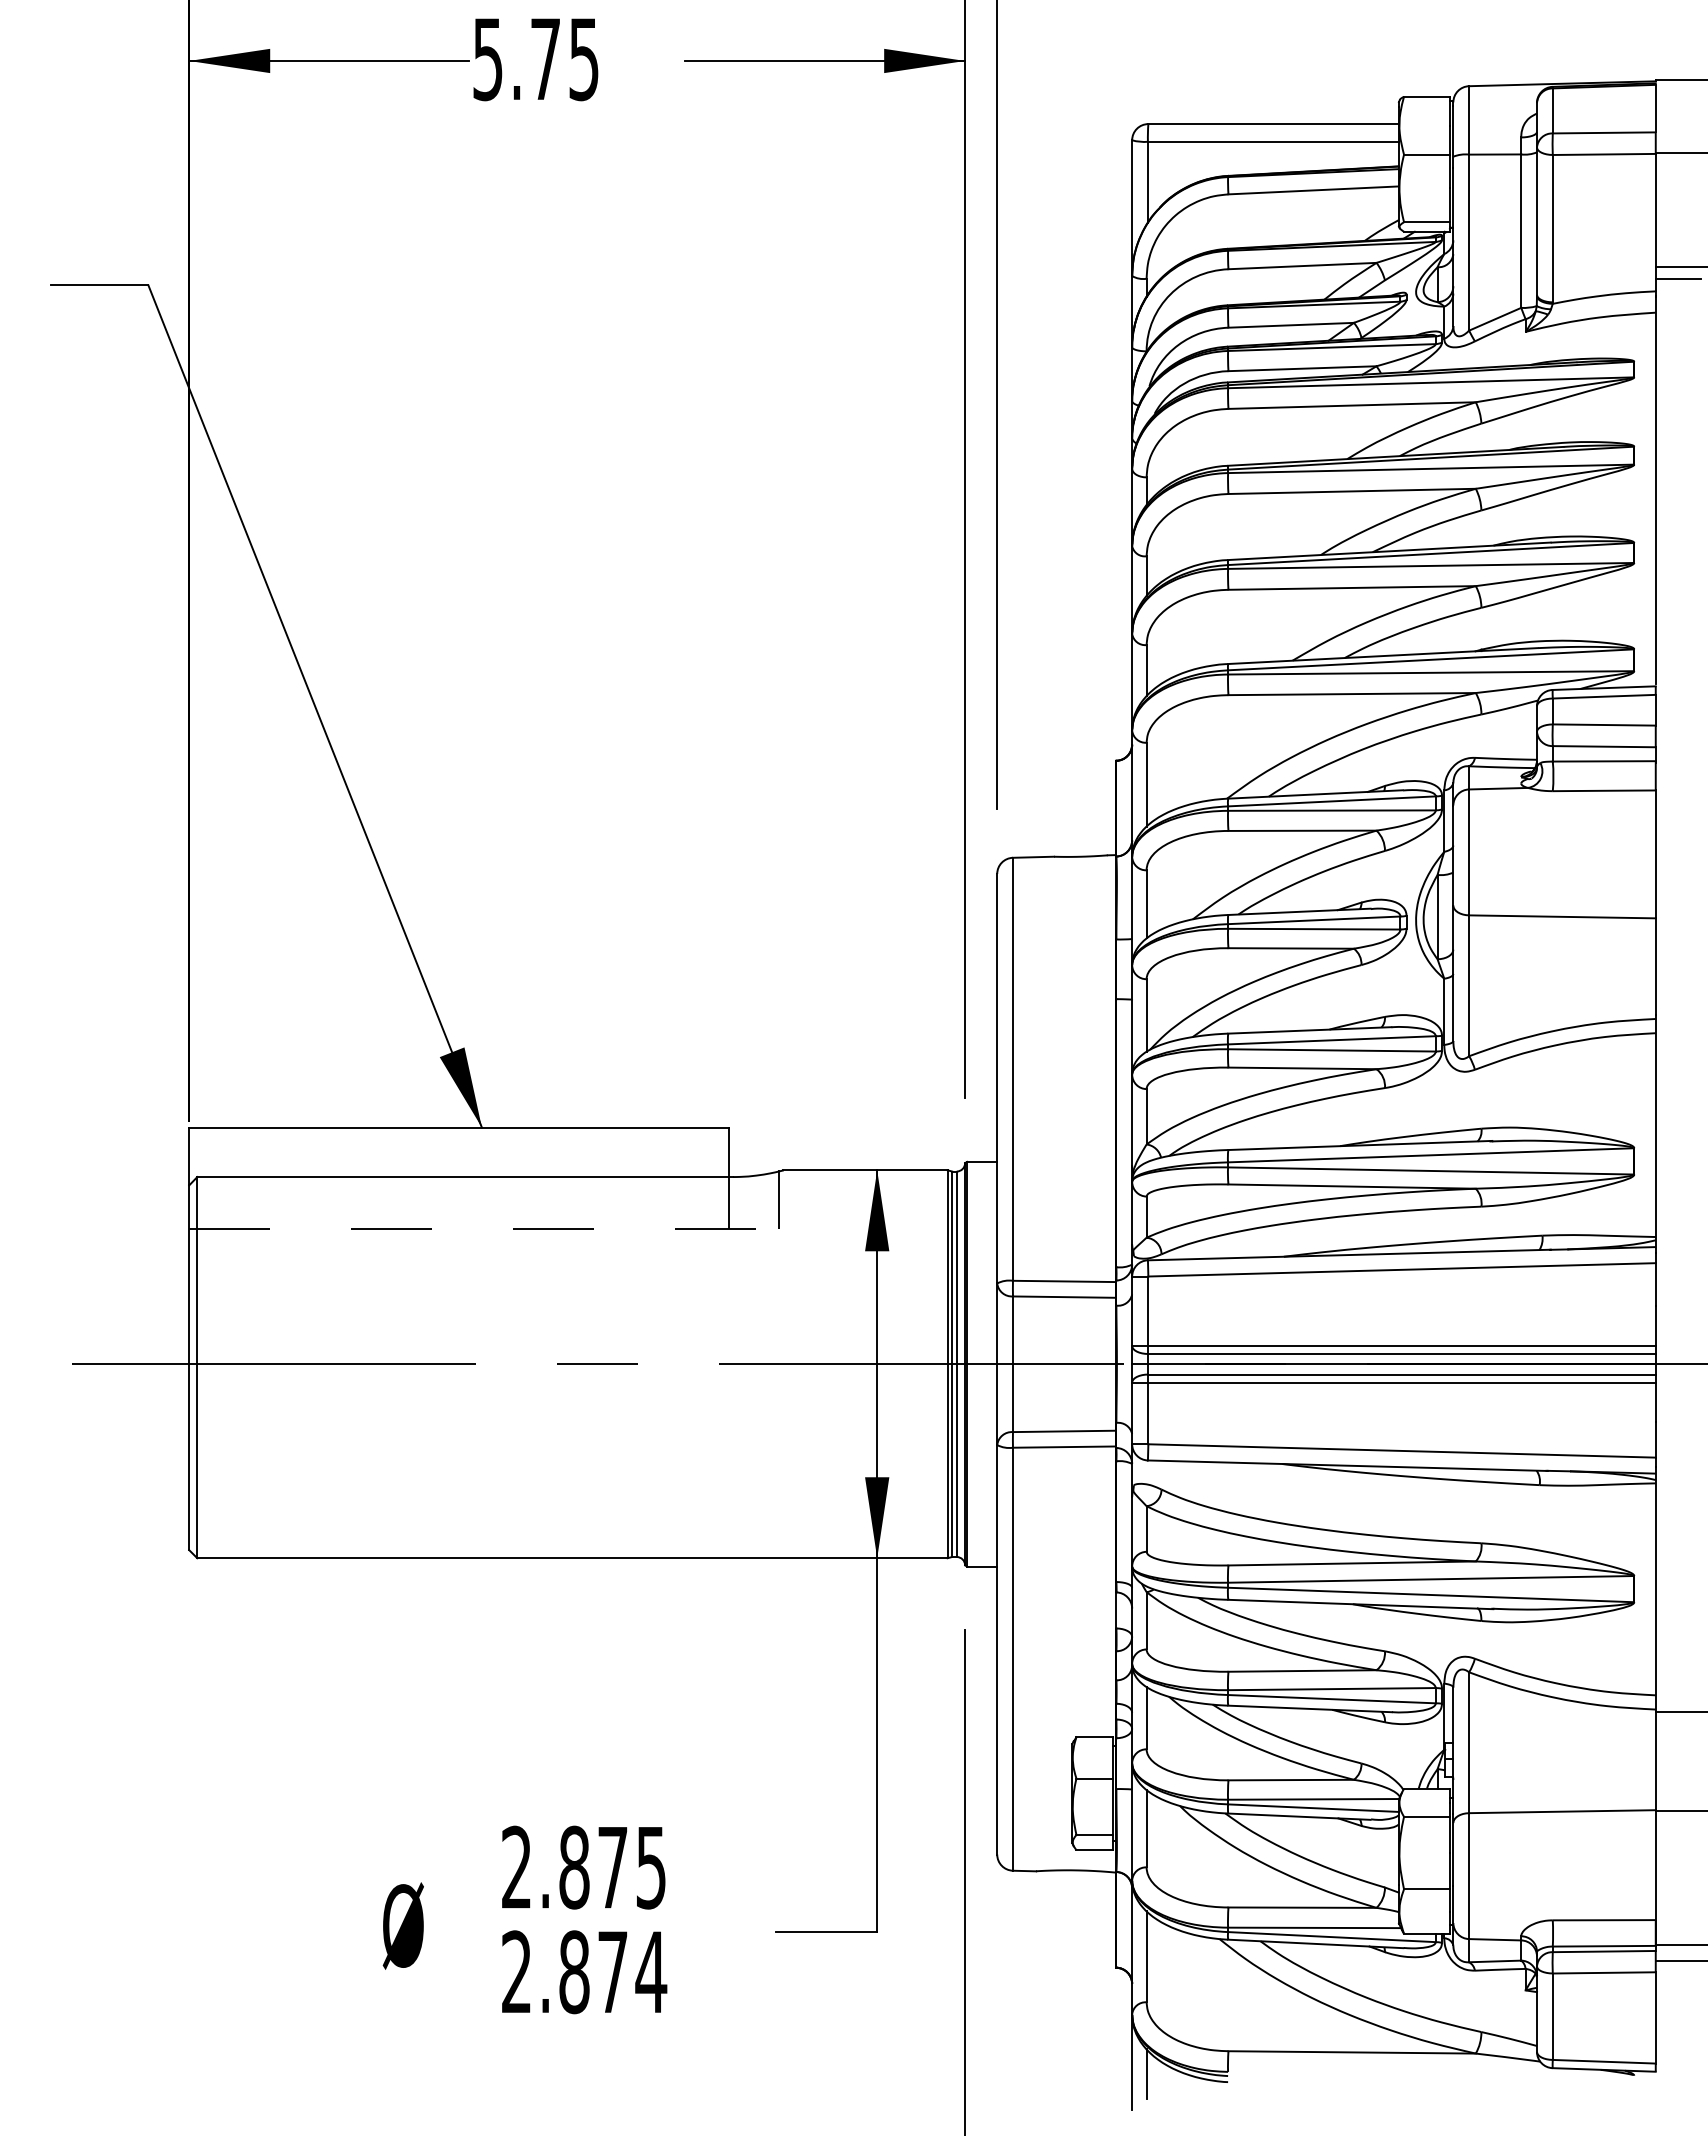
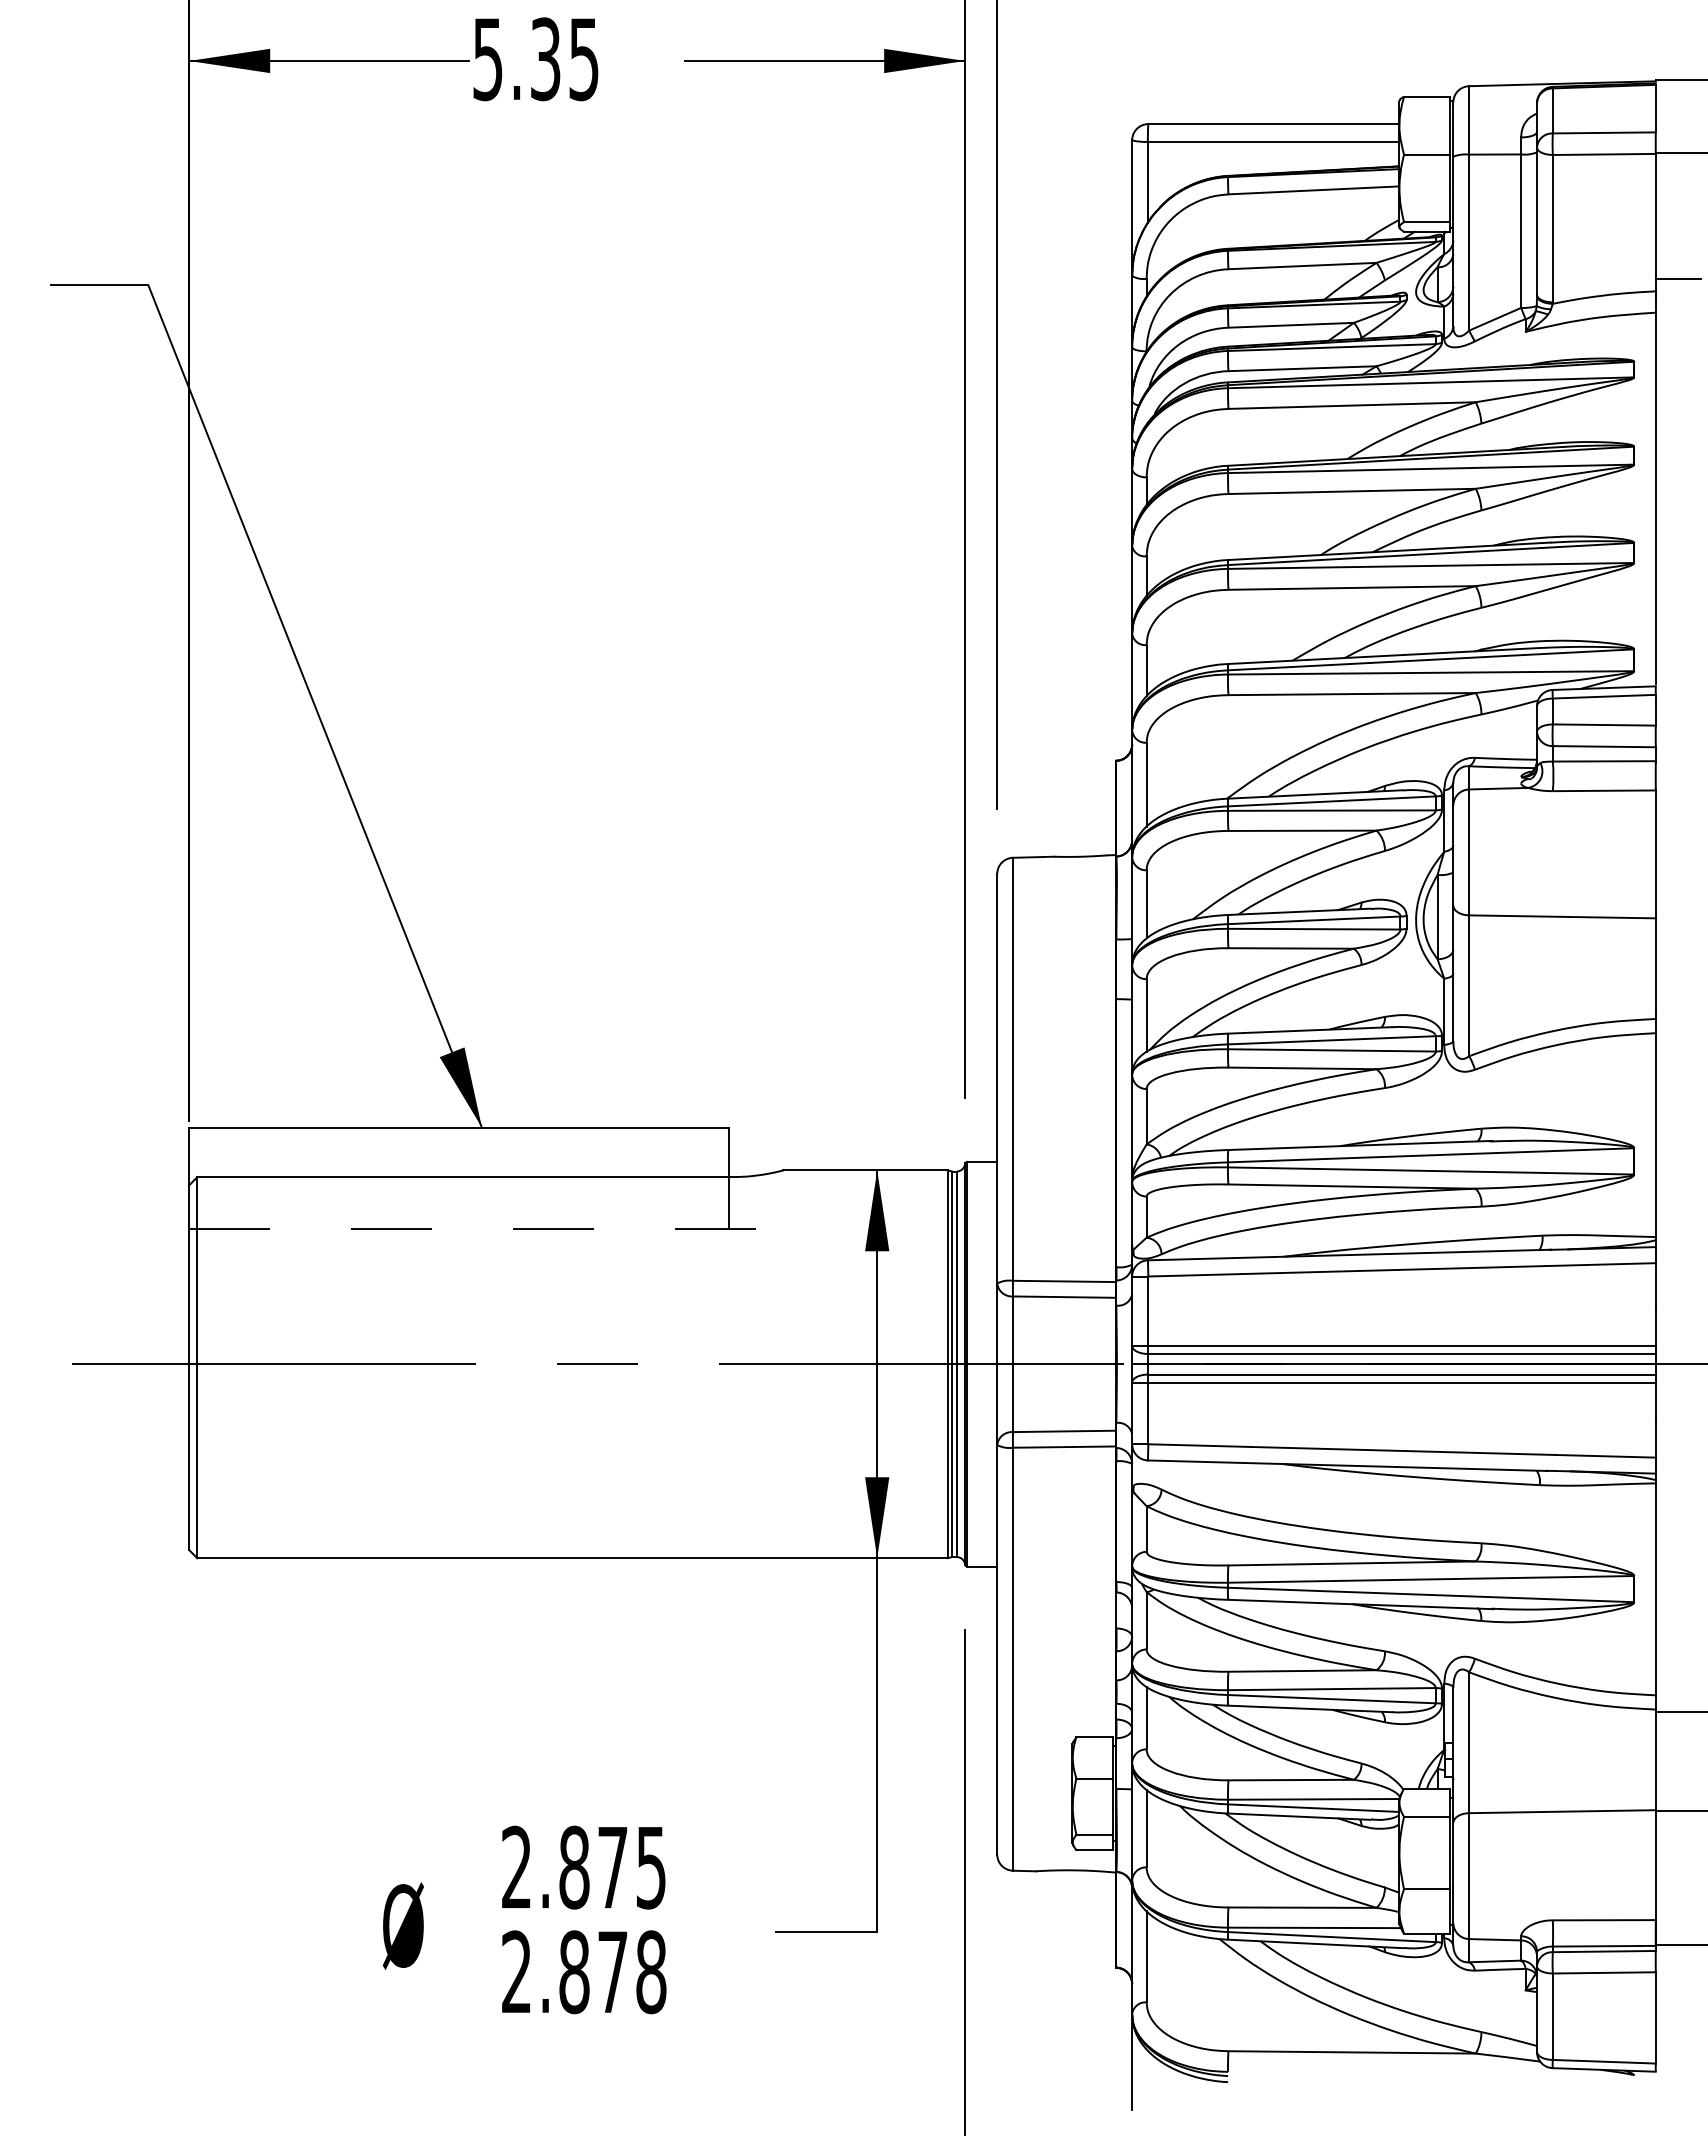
text at (545, 59): 5.75 -> 5.35
line at (1679, 267): present -> none
line at (779, 1199): present -> none
line at (1679, 1960): present -> none
text at (651, 1972): 2.874 -> 2.878
line at (1146, 2073): present -> none
